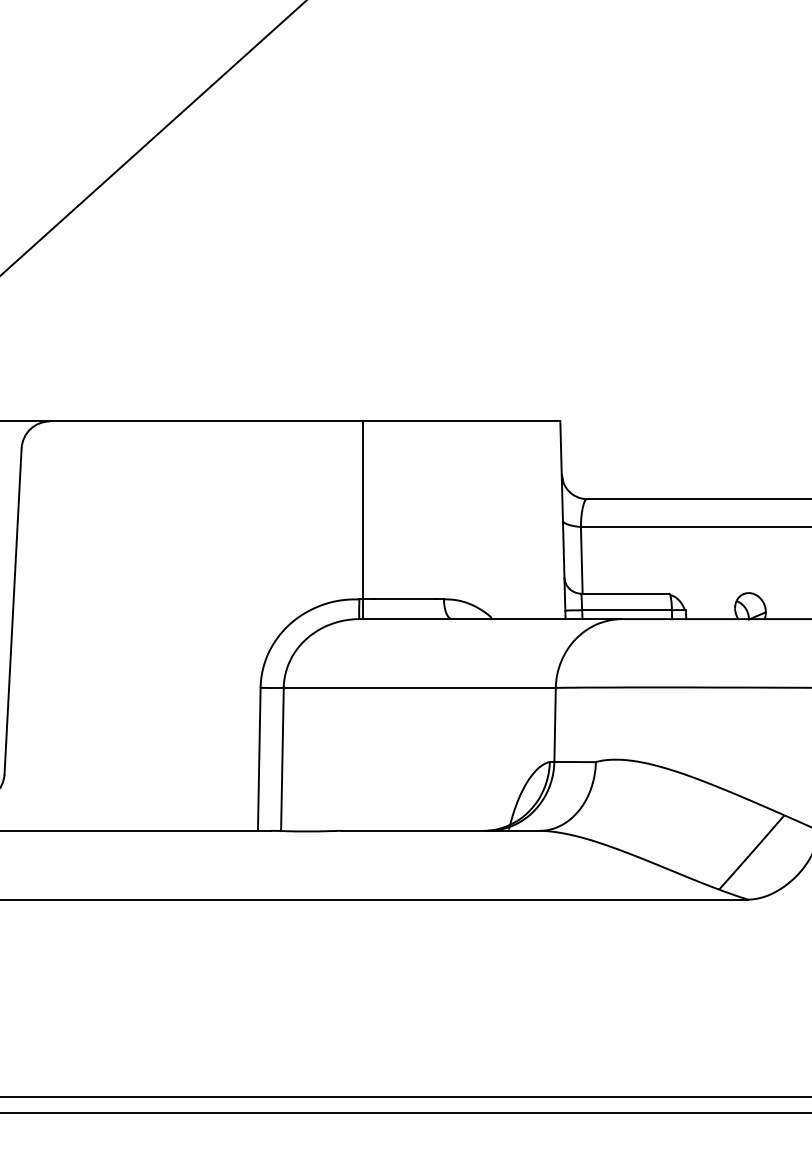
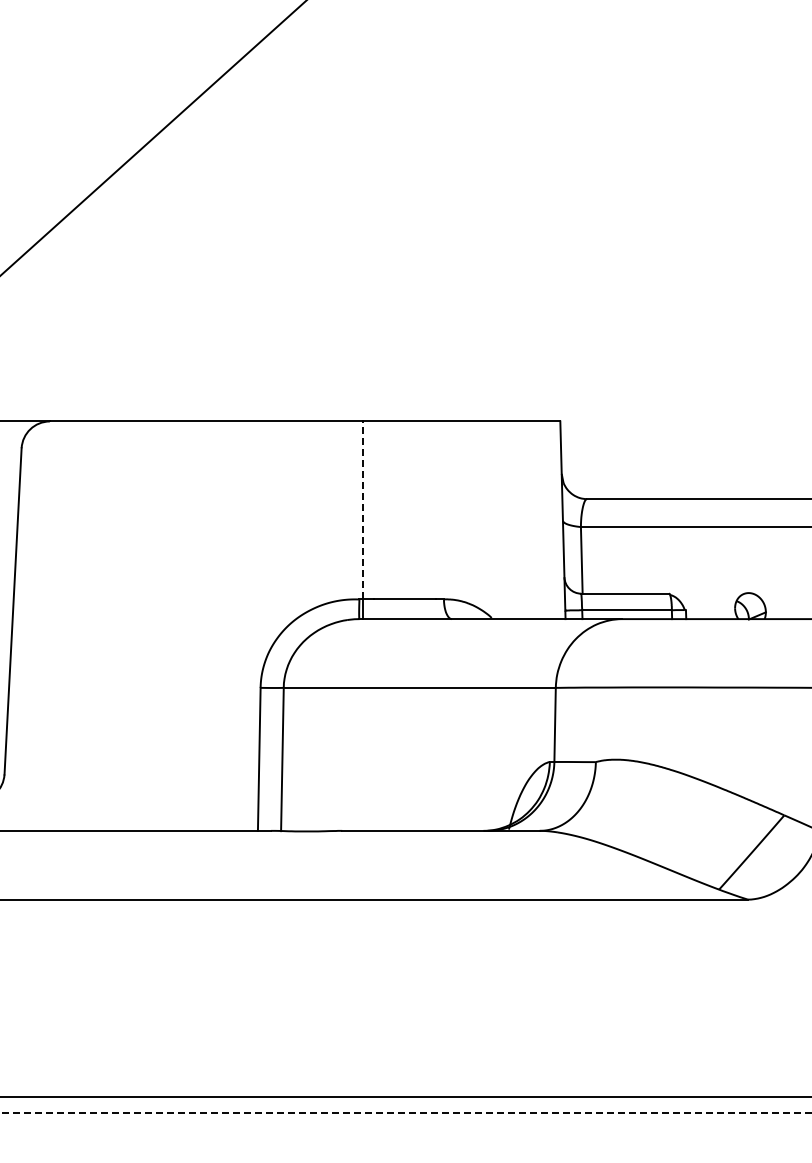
line at (363, 509): solid -> dashed
line at (405, 1113): solid -> dashed
